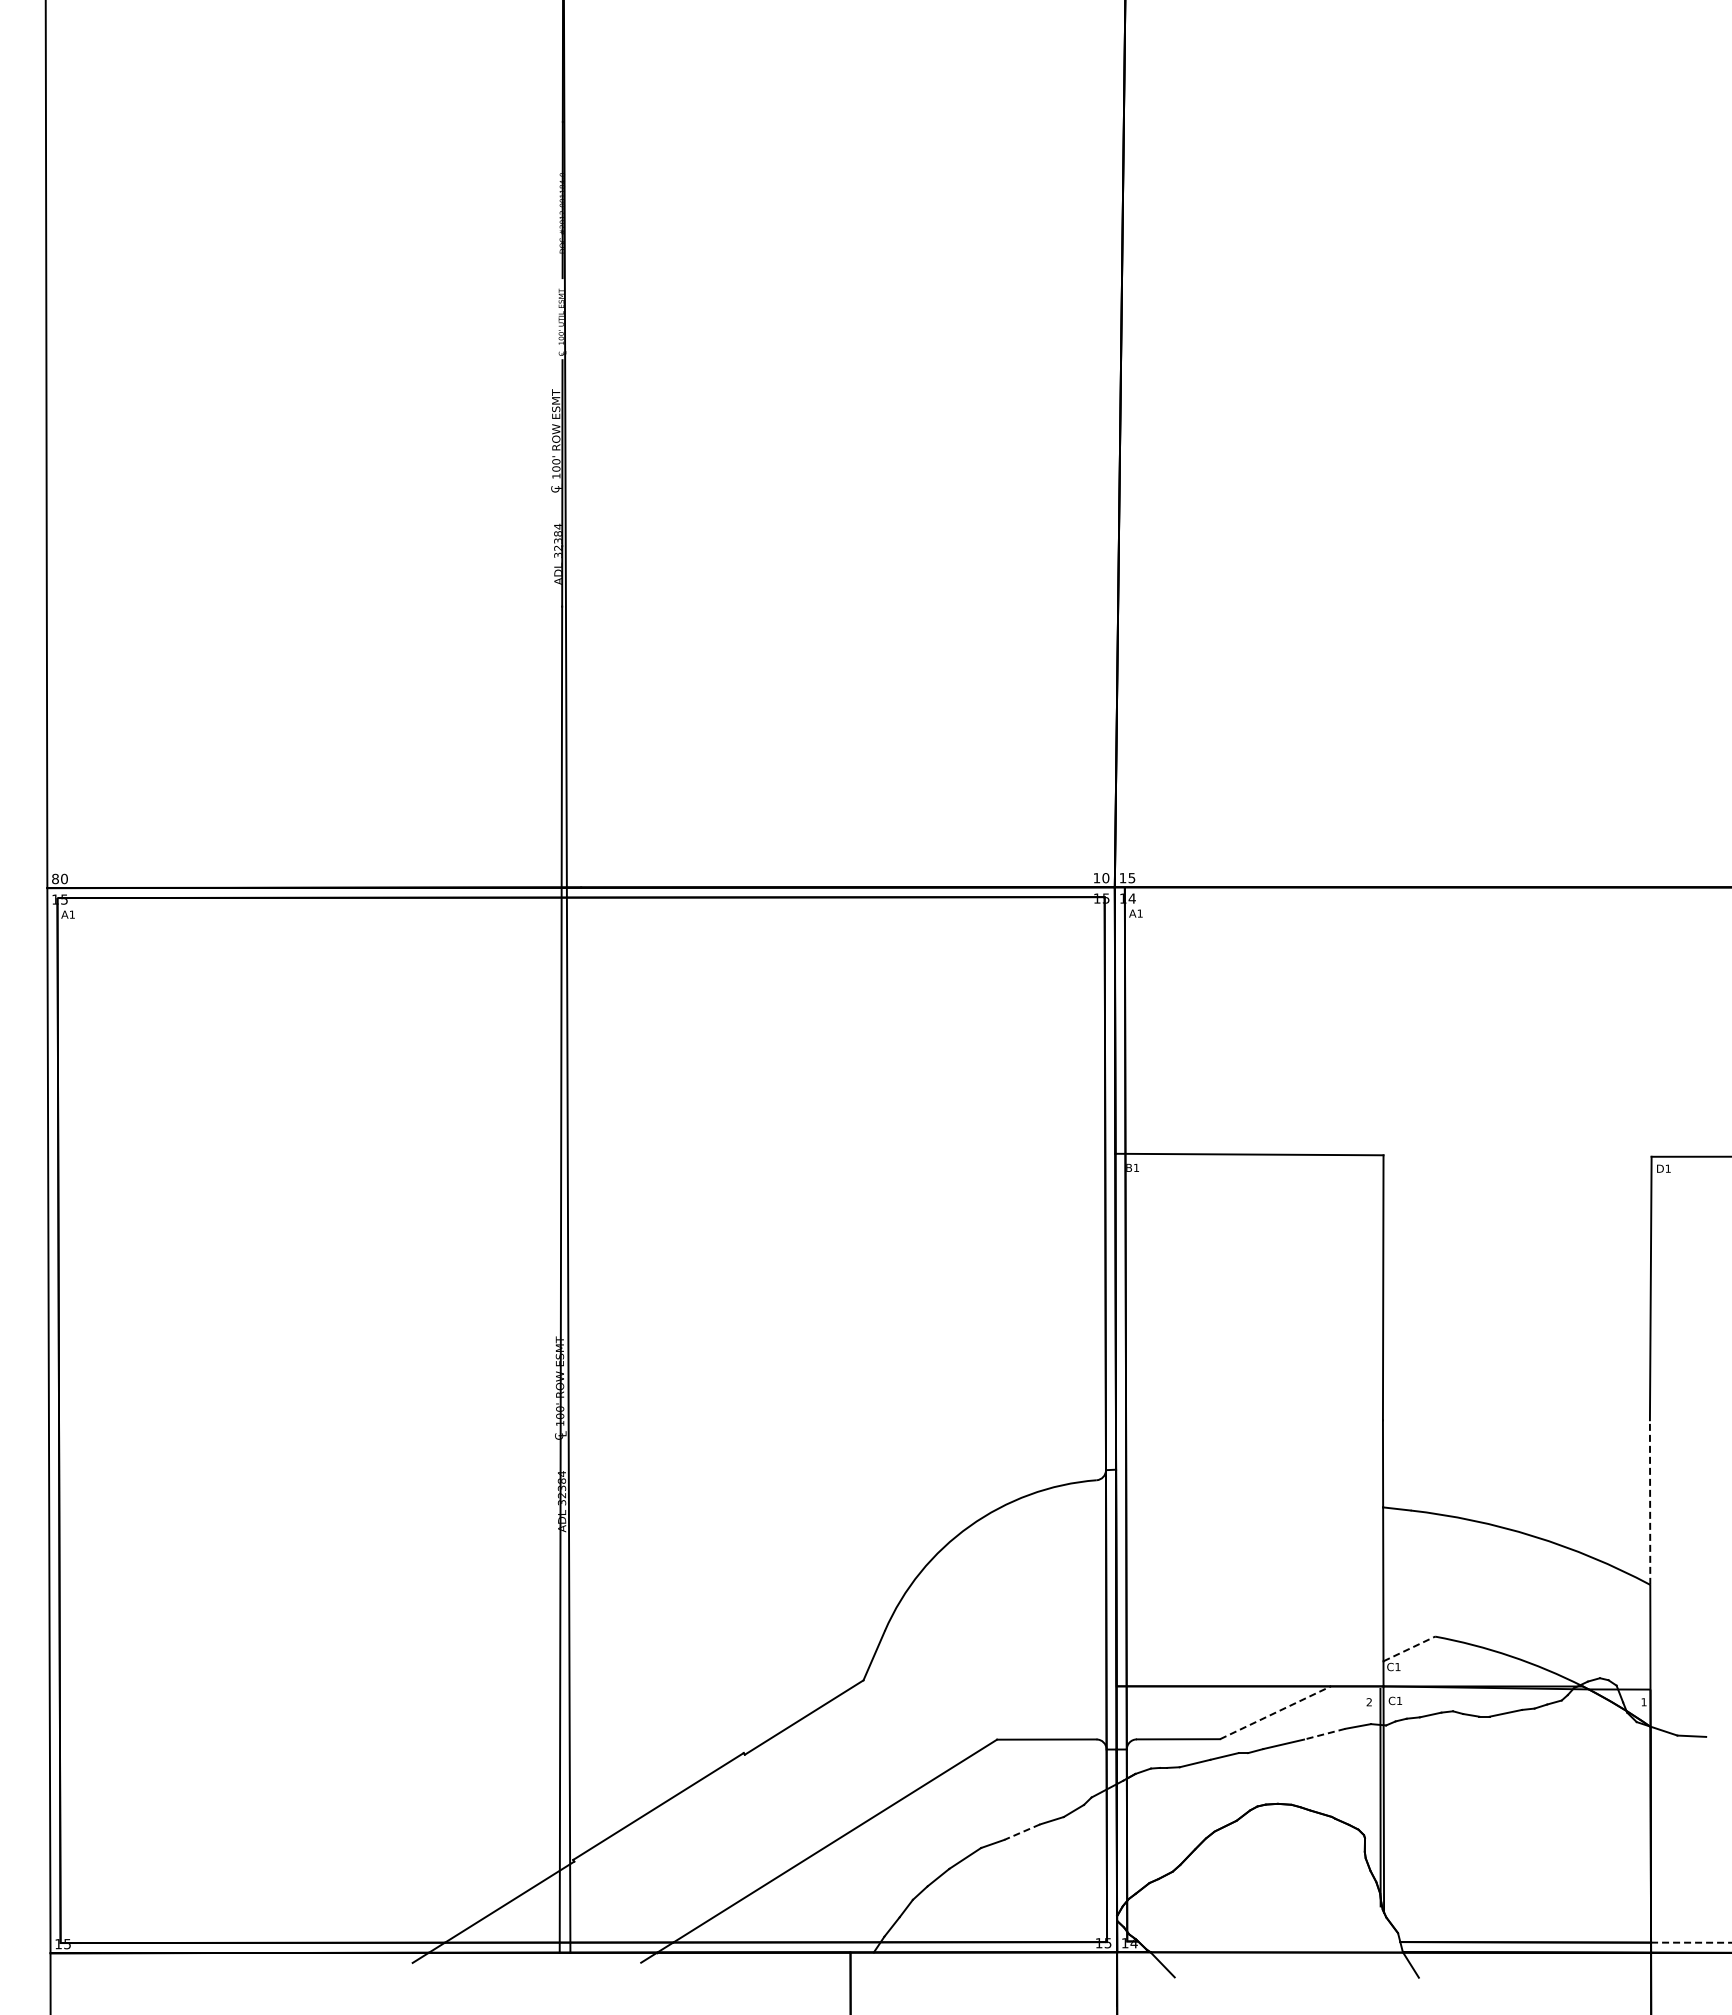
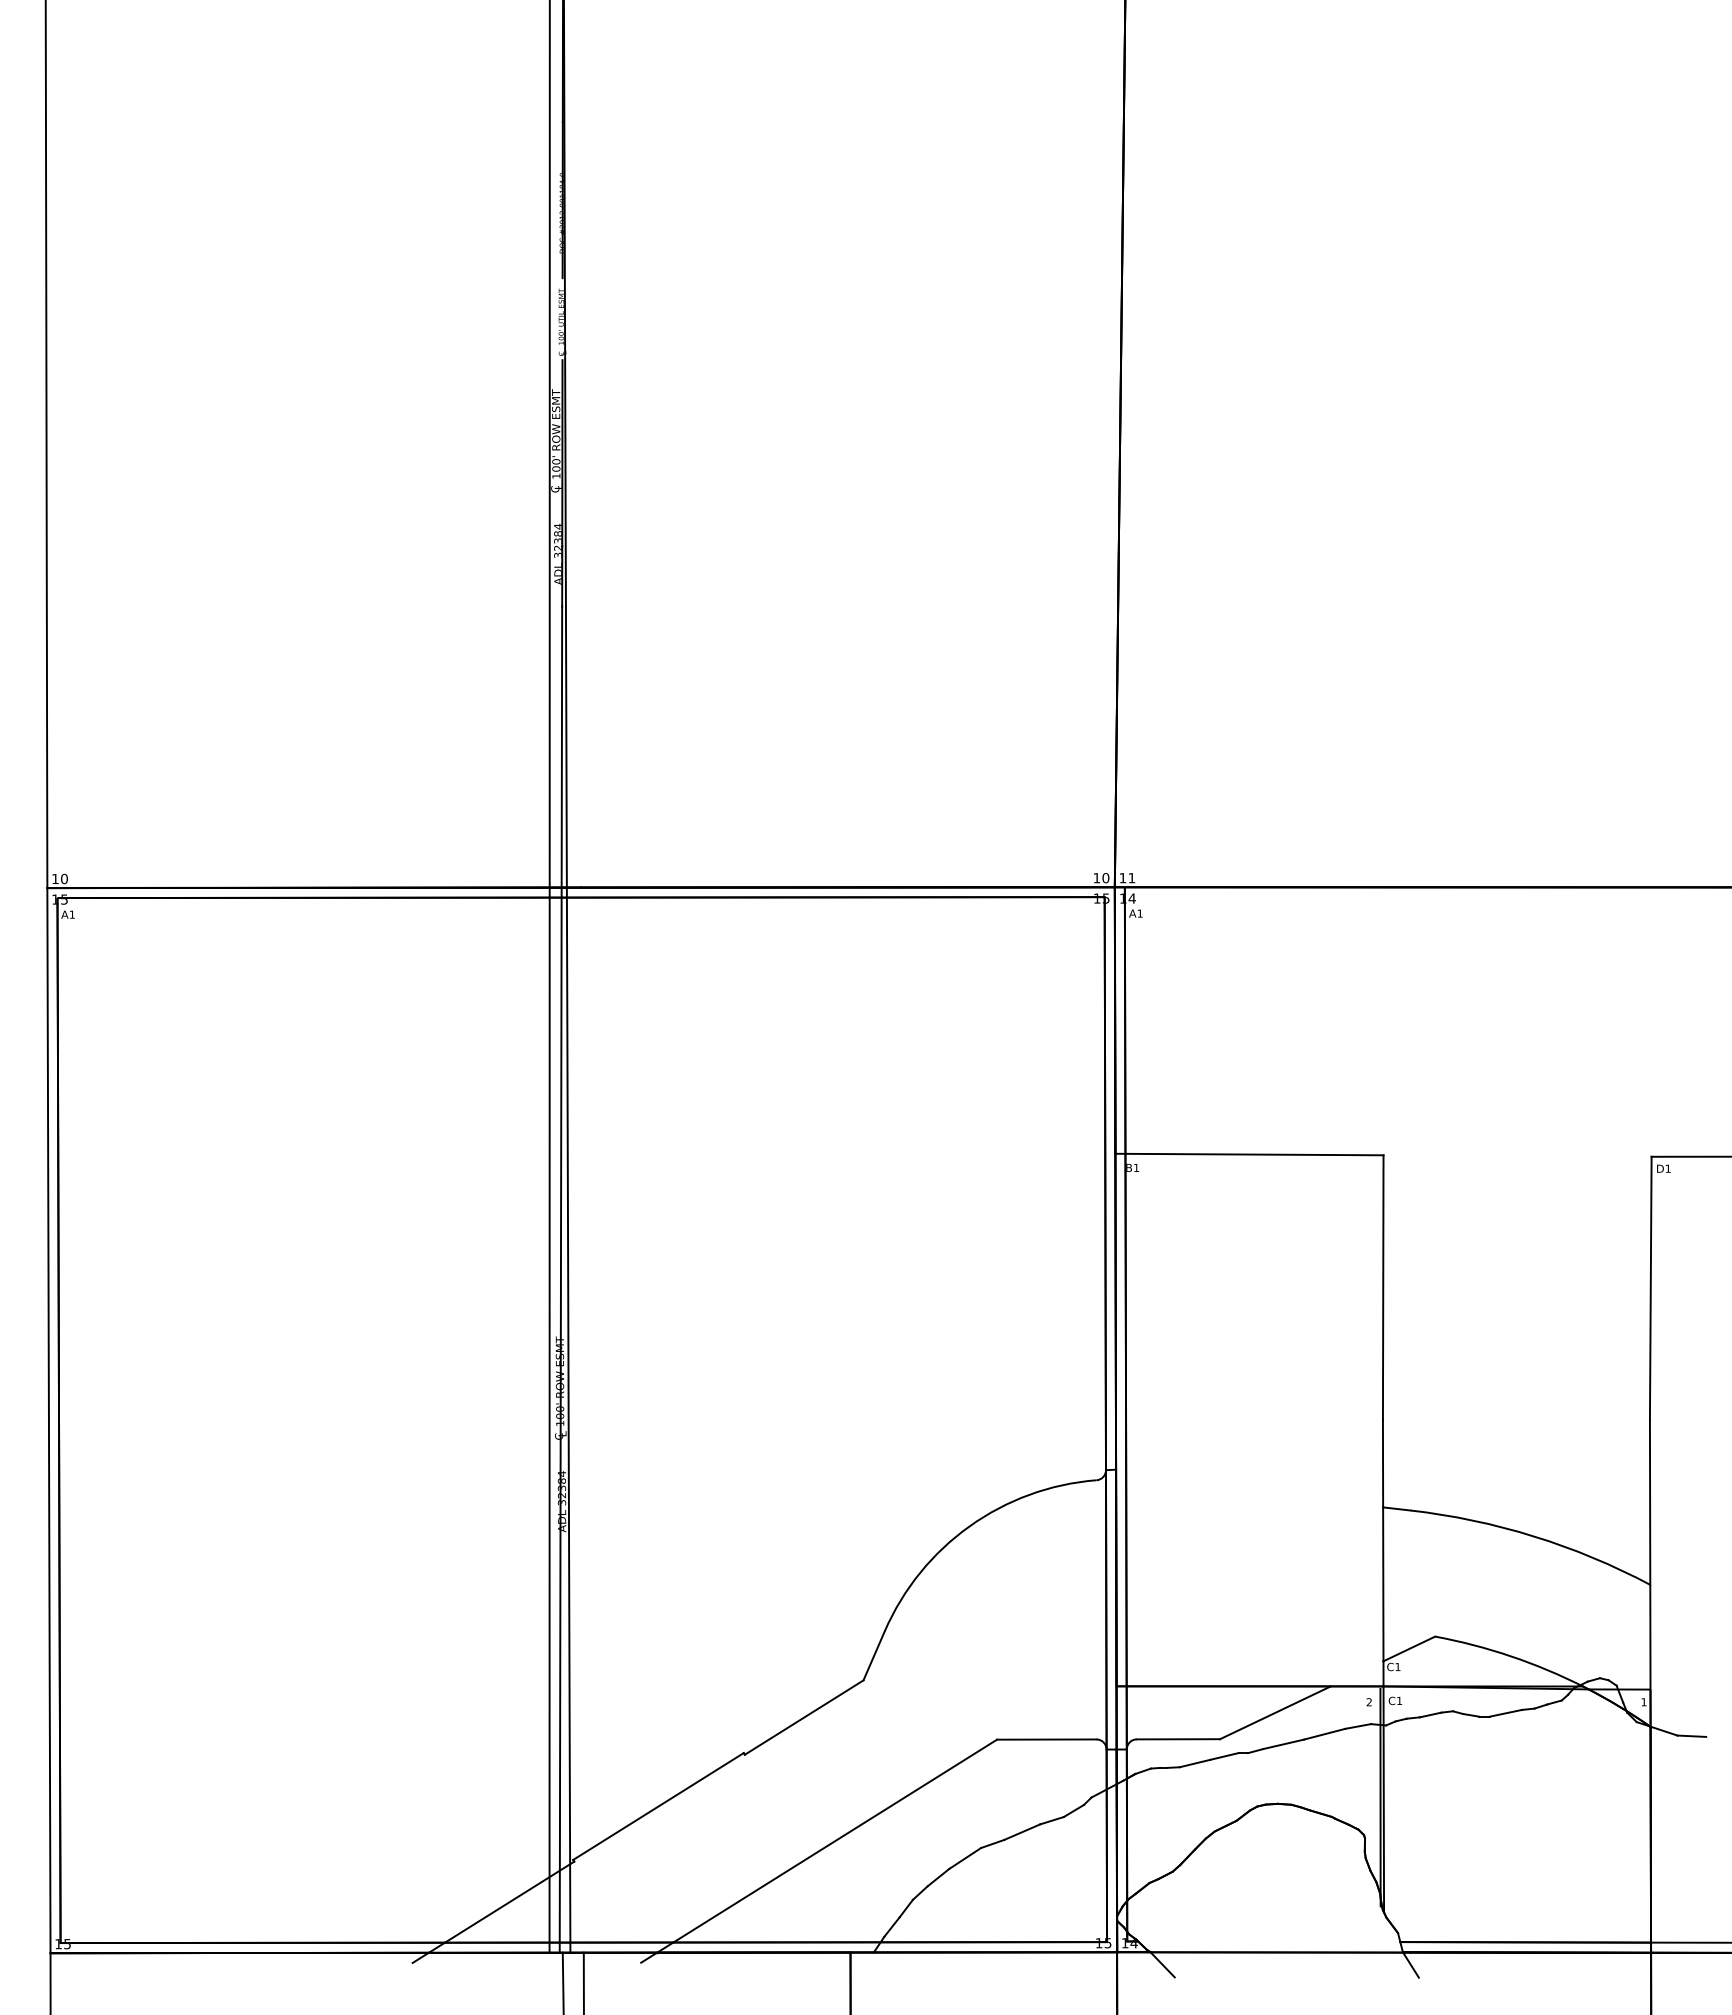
text at (55, 878): 80 -> 10
text at (1131, 878): 15 -> 11
line at (549, 977): none -> present
line at (1650, 1502): dashed -> solid
line at (1409, 1648): dashed -> solid
line at (1275, 1712): dashed -> solid
line at (1324, 1734): dashed -> solid
line at (1021, 1832): dashed -> solid
line at (1691, 1942): dashed -> solid
line at (562, 1981): none -> present
line at (583, 1981): none -> present
